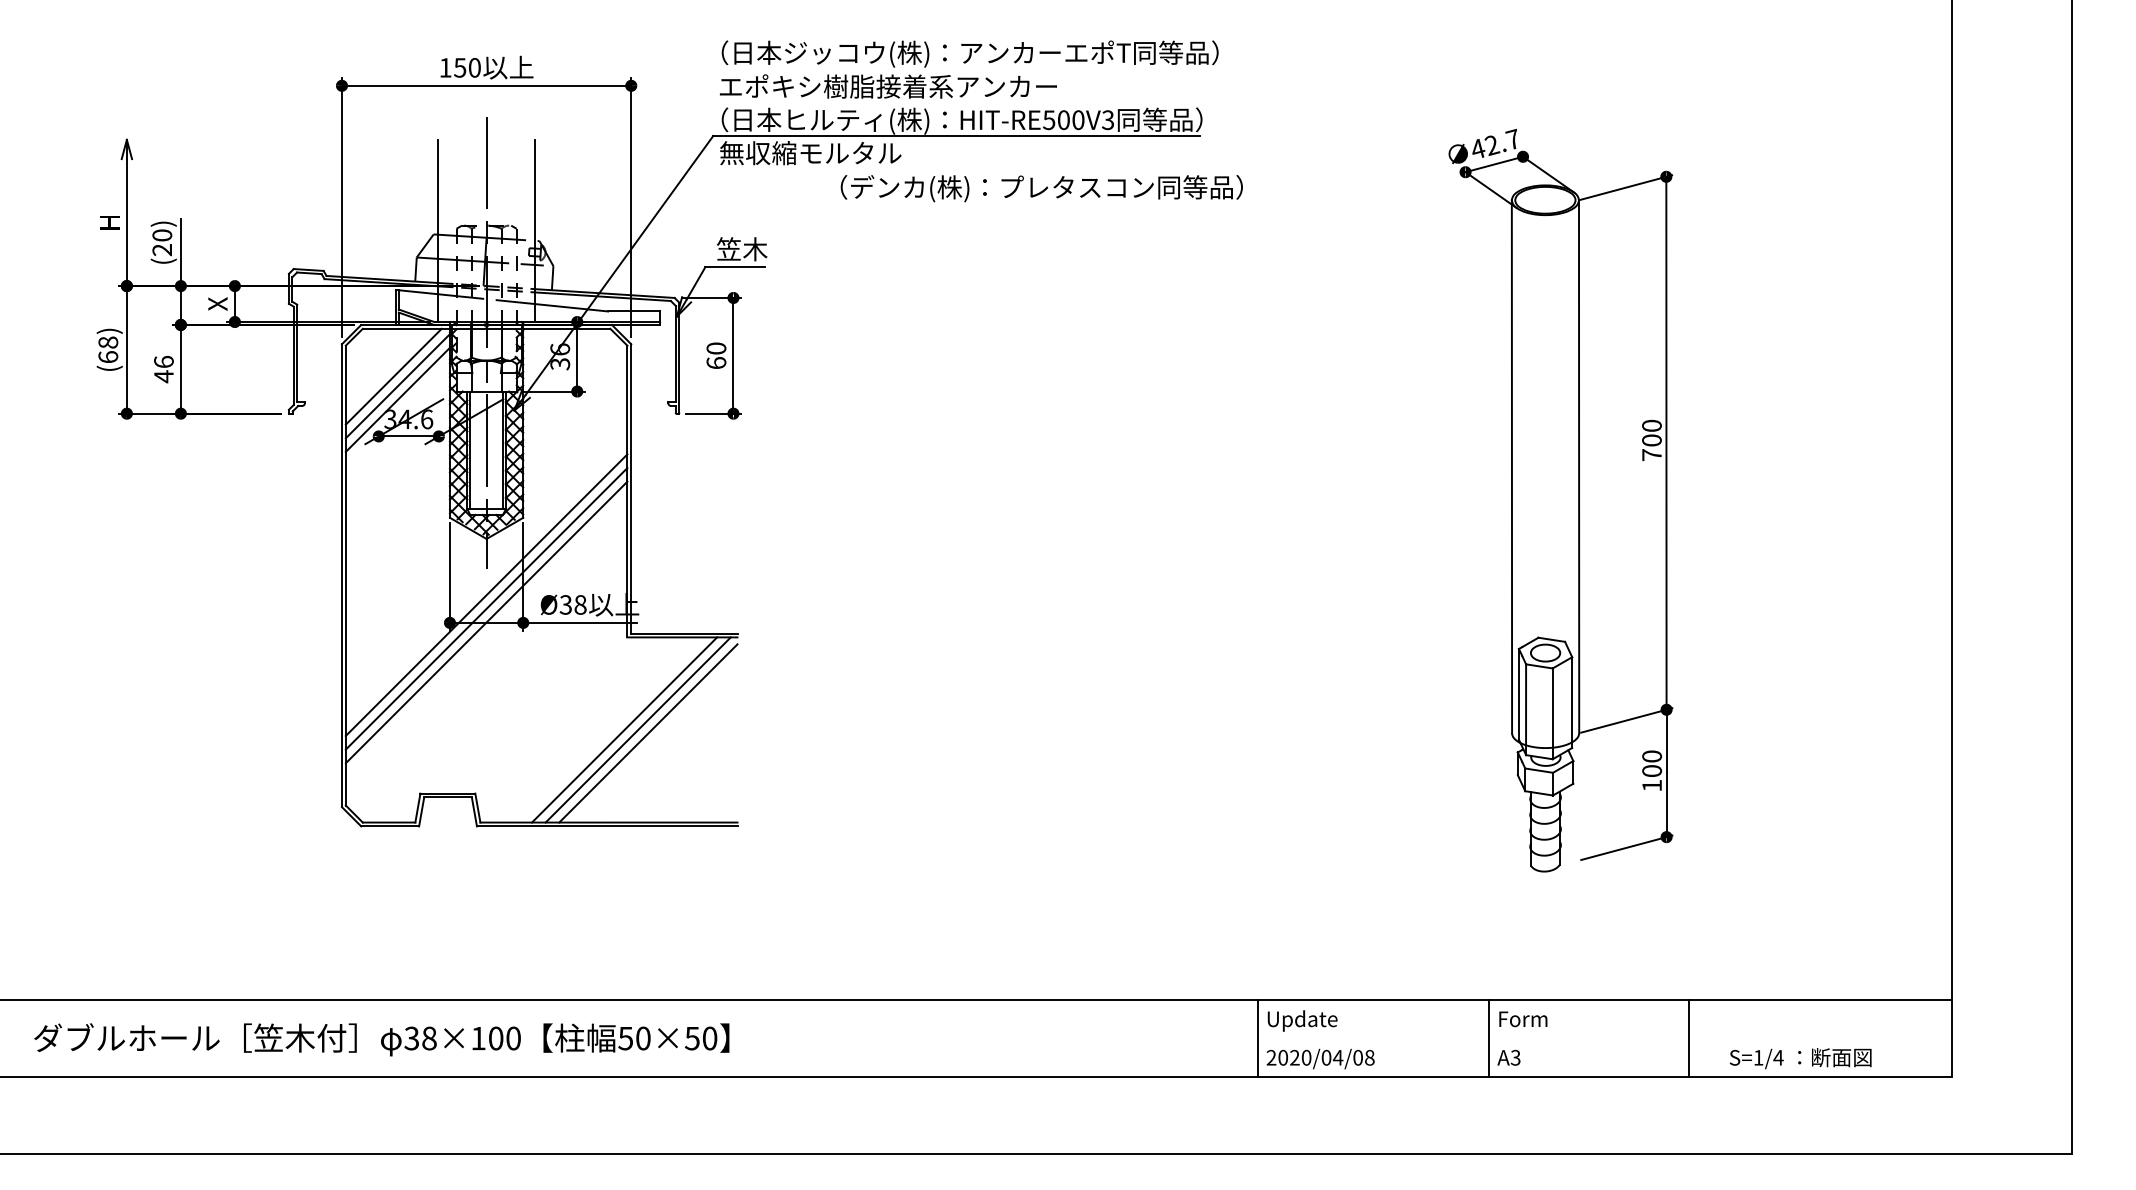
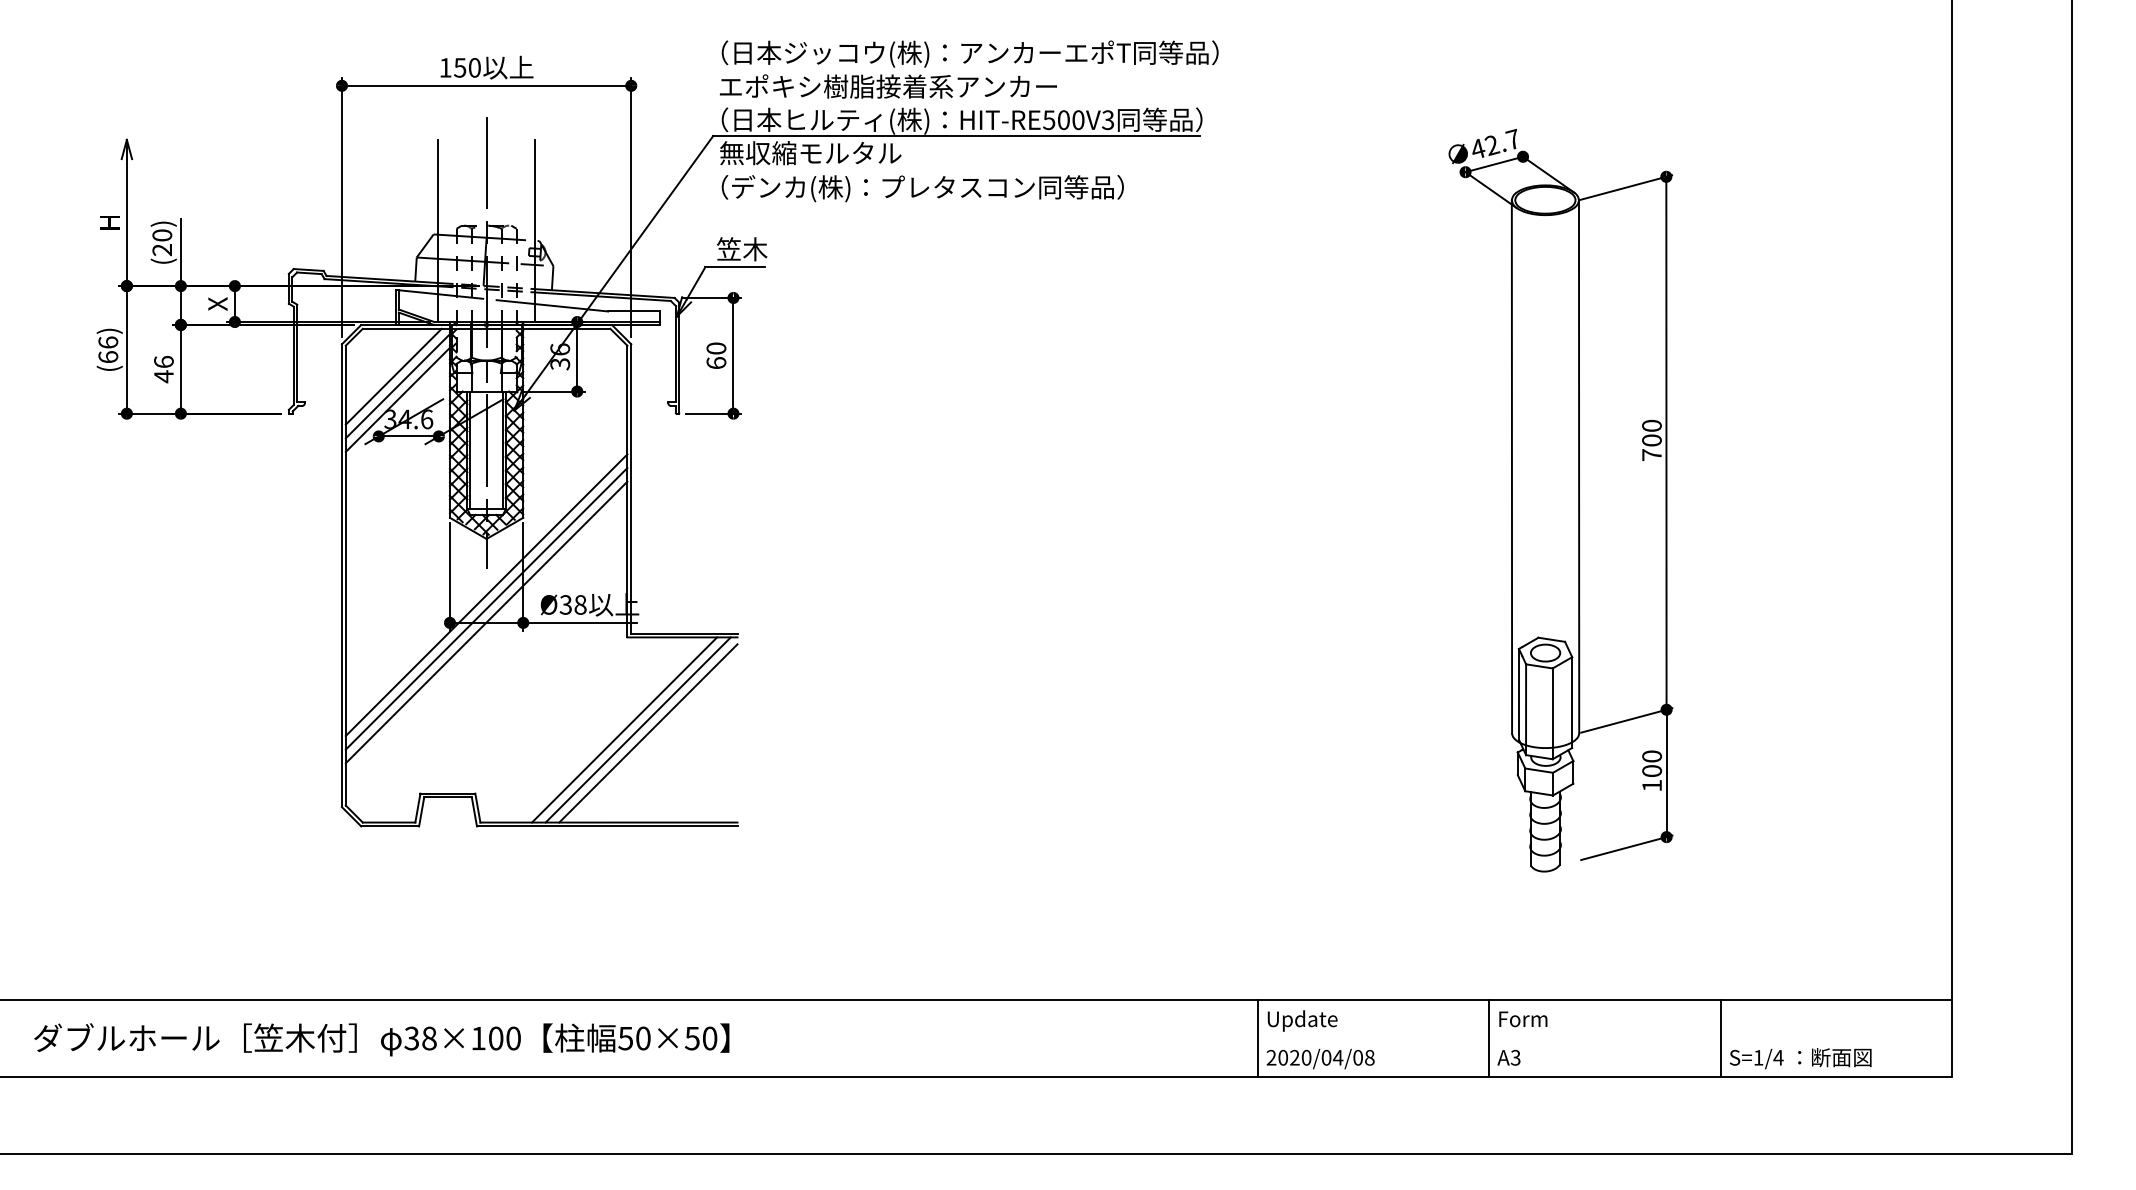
text at (1041, 188) position: (1041, 188) -> (922, 188)
text at (108, 342): (68) -> (66)
line at (1688, 1038) position: (1688, 1038) -> (1720, 1038)
